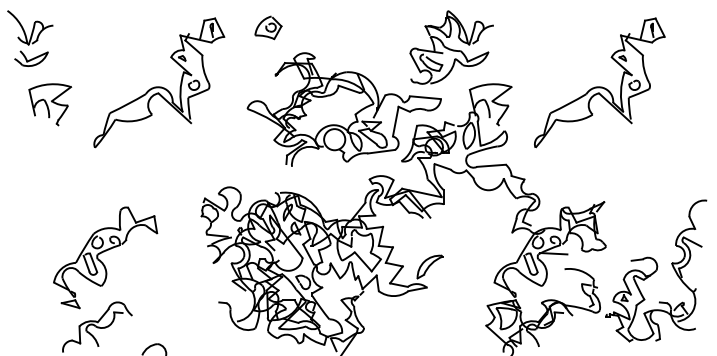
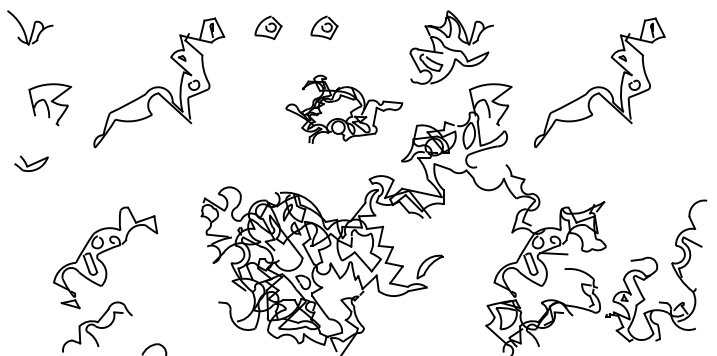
part at (324, 27): none -> present
part at (31, 58) position: (31, 58) -> (31, 163)
part at (343, 109) size: 196x115 px -> 119x70 px
line at (491, 165): present -> none
